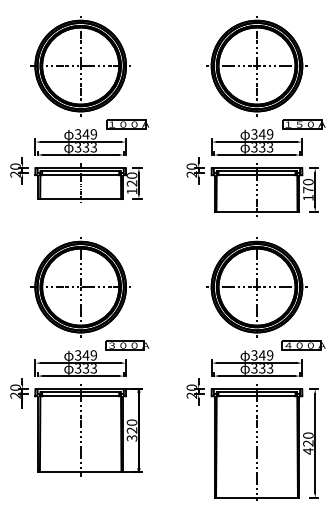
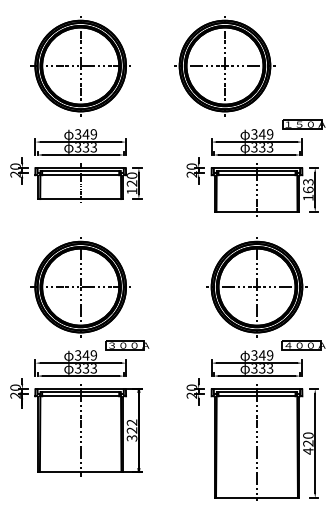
part at (256, 66) position: (256, 66) -> (224, 66)
part at (127, 124): present -> none
text at (308, 186): 170 -> 163
text at (131, 422): 320 -> 322
